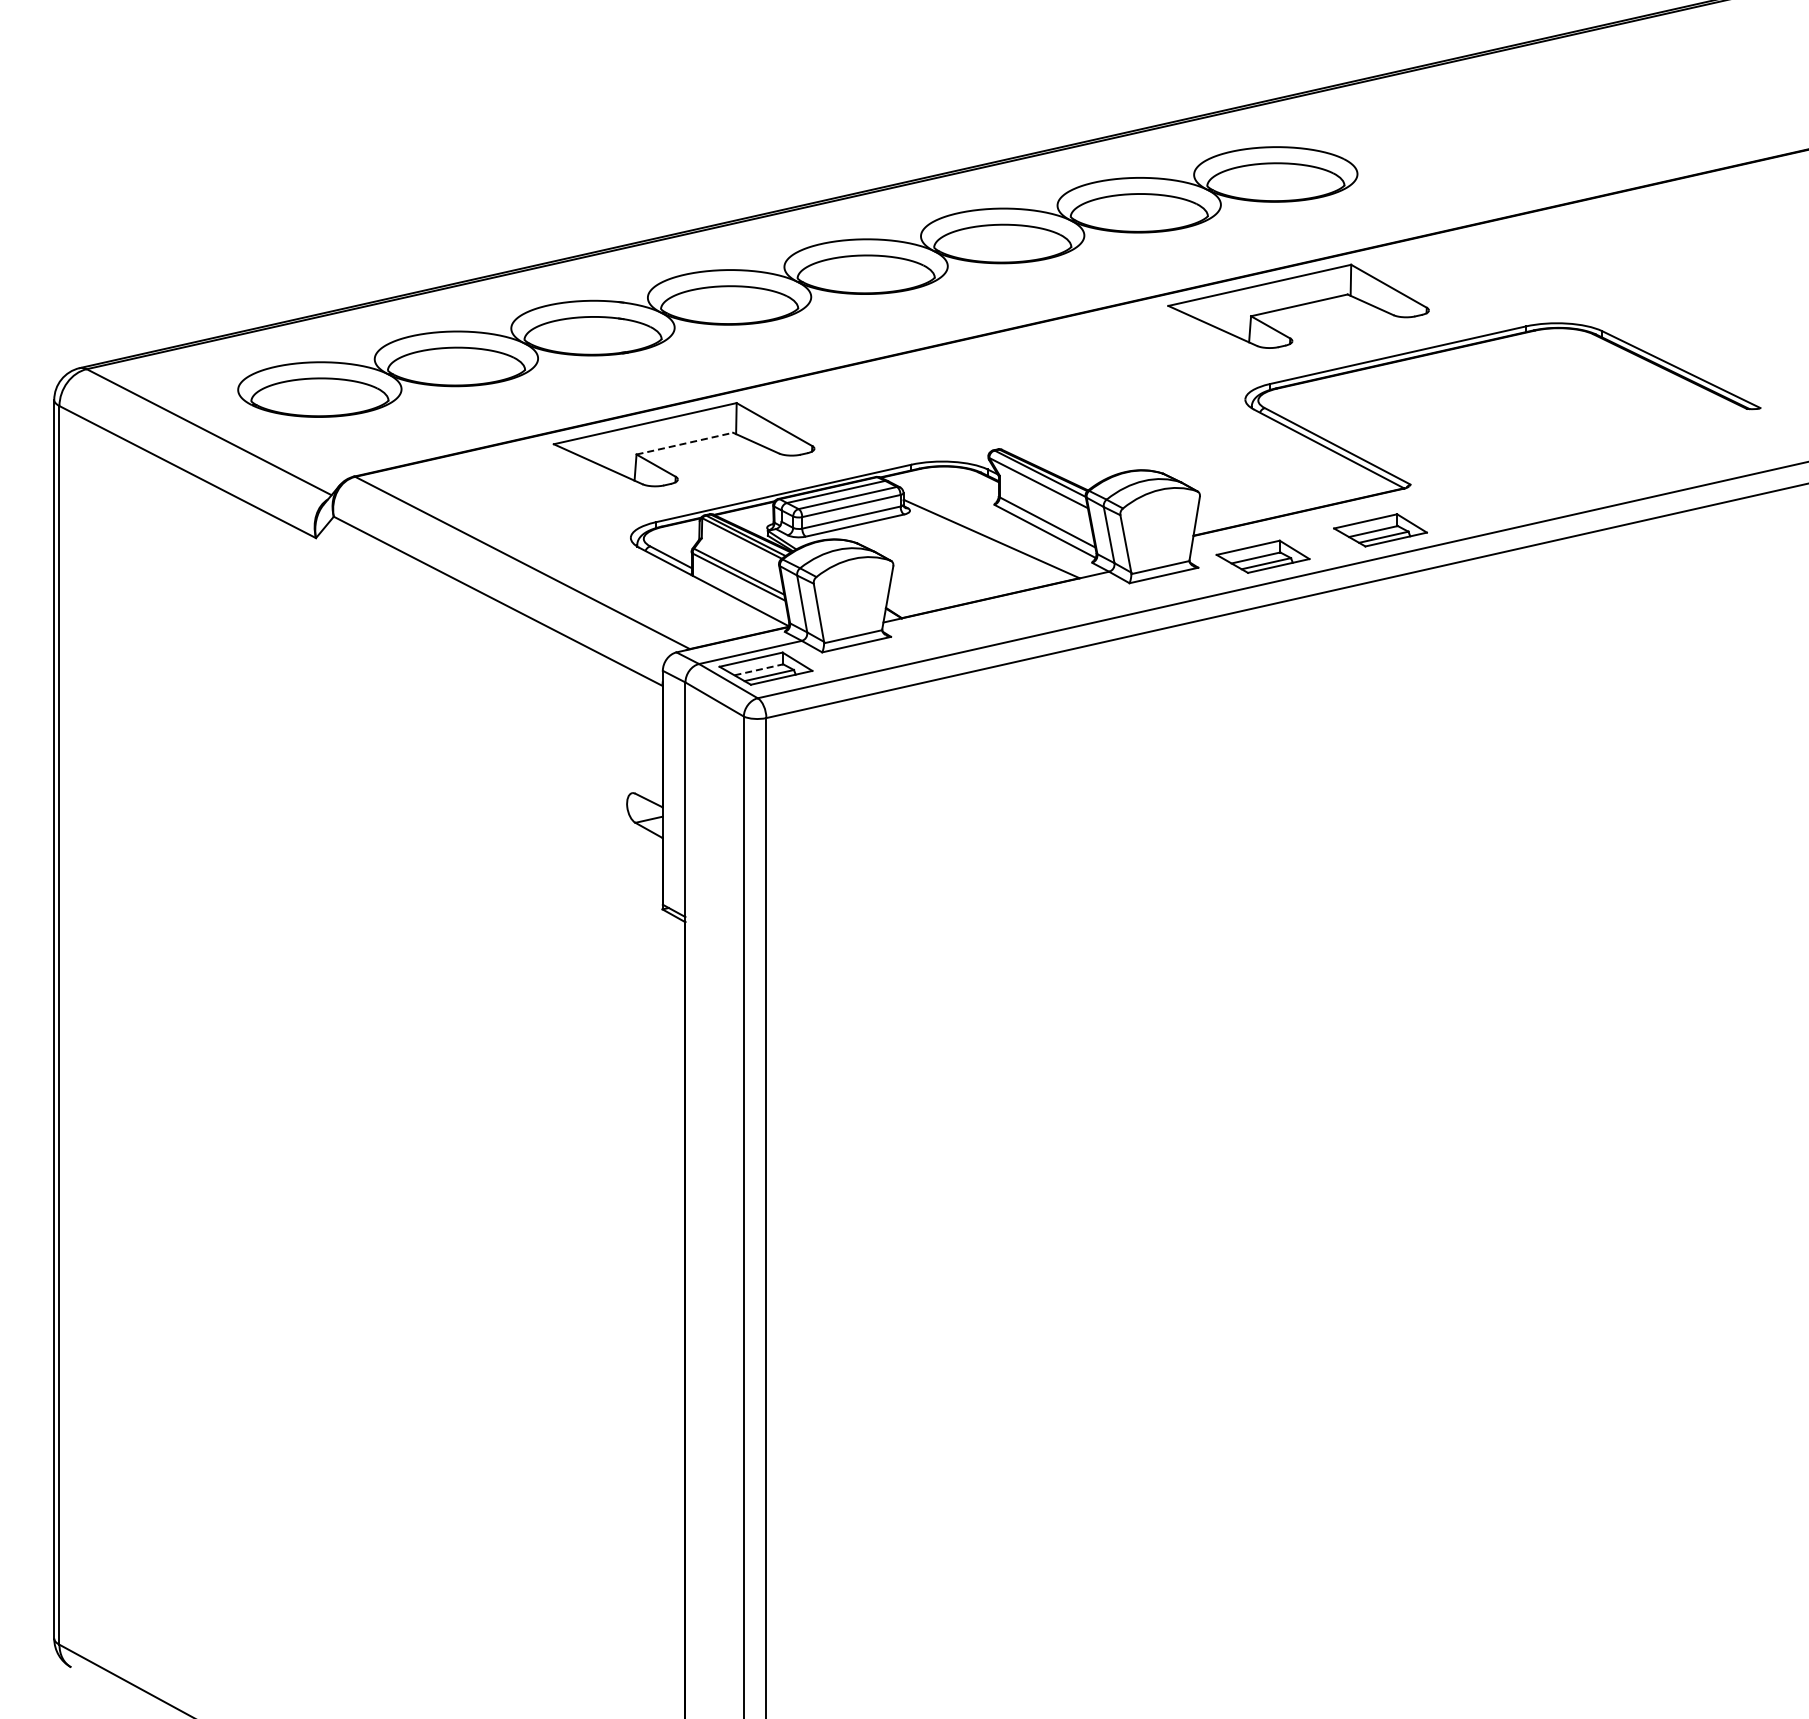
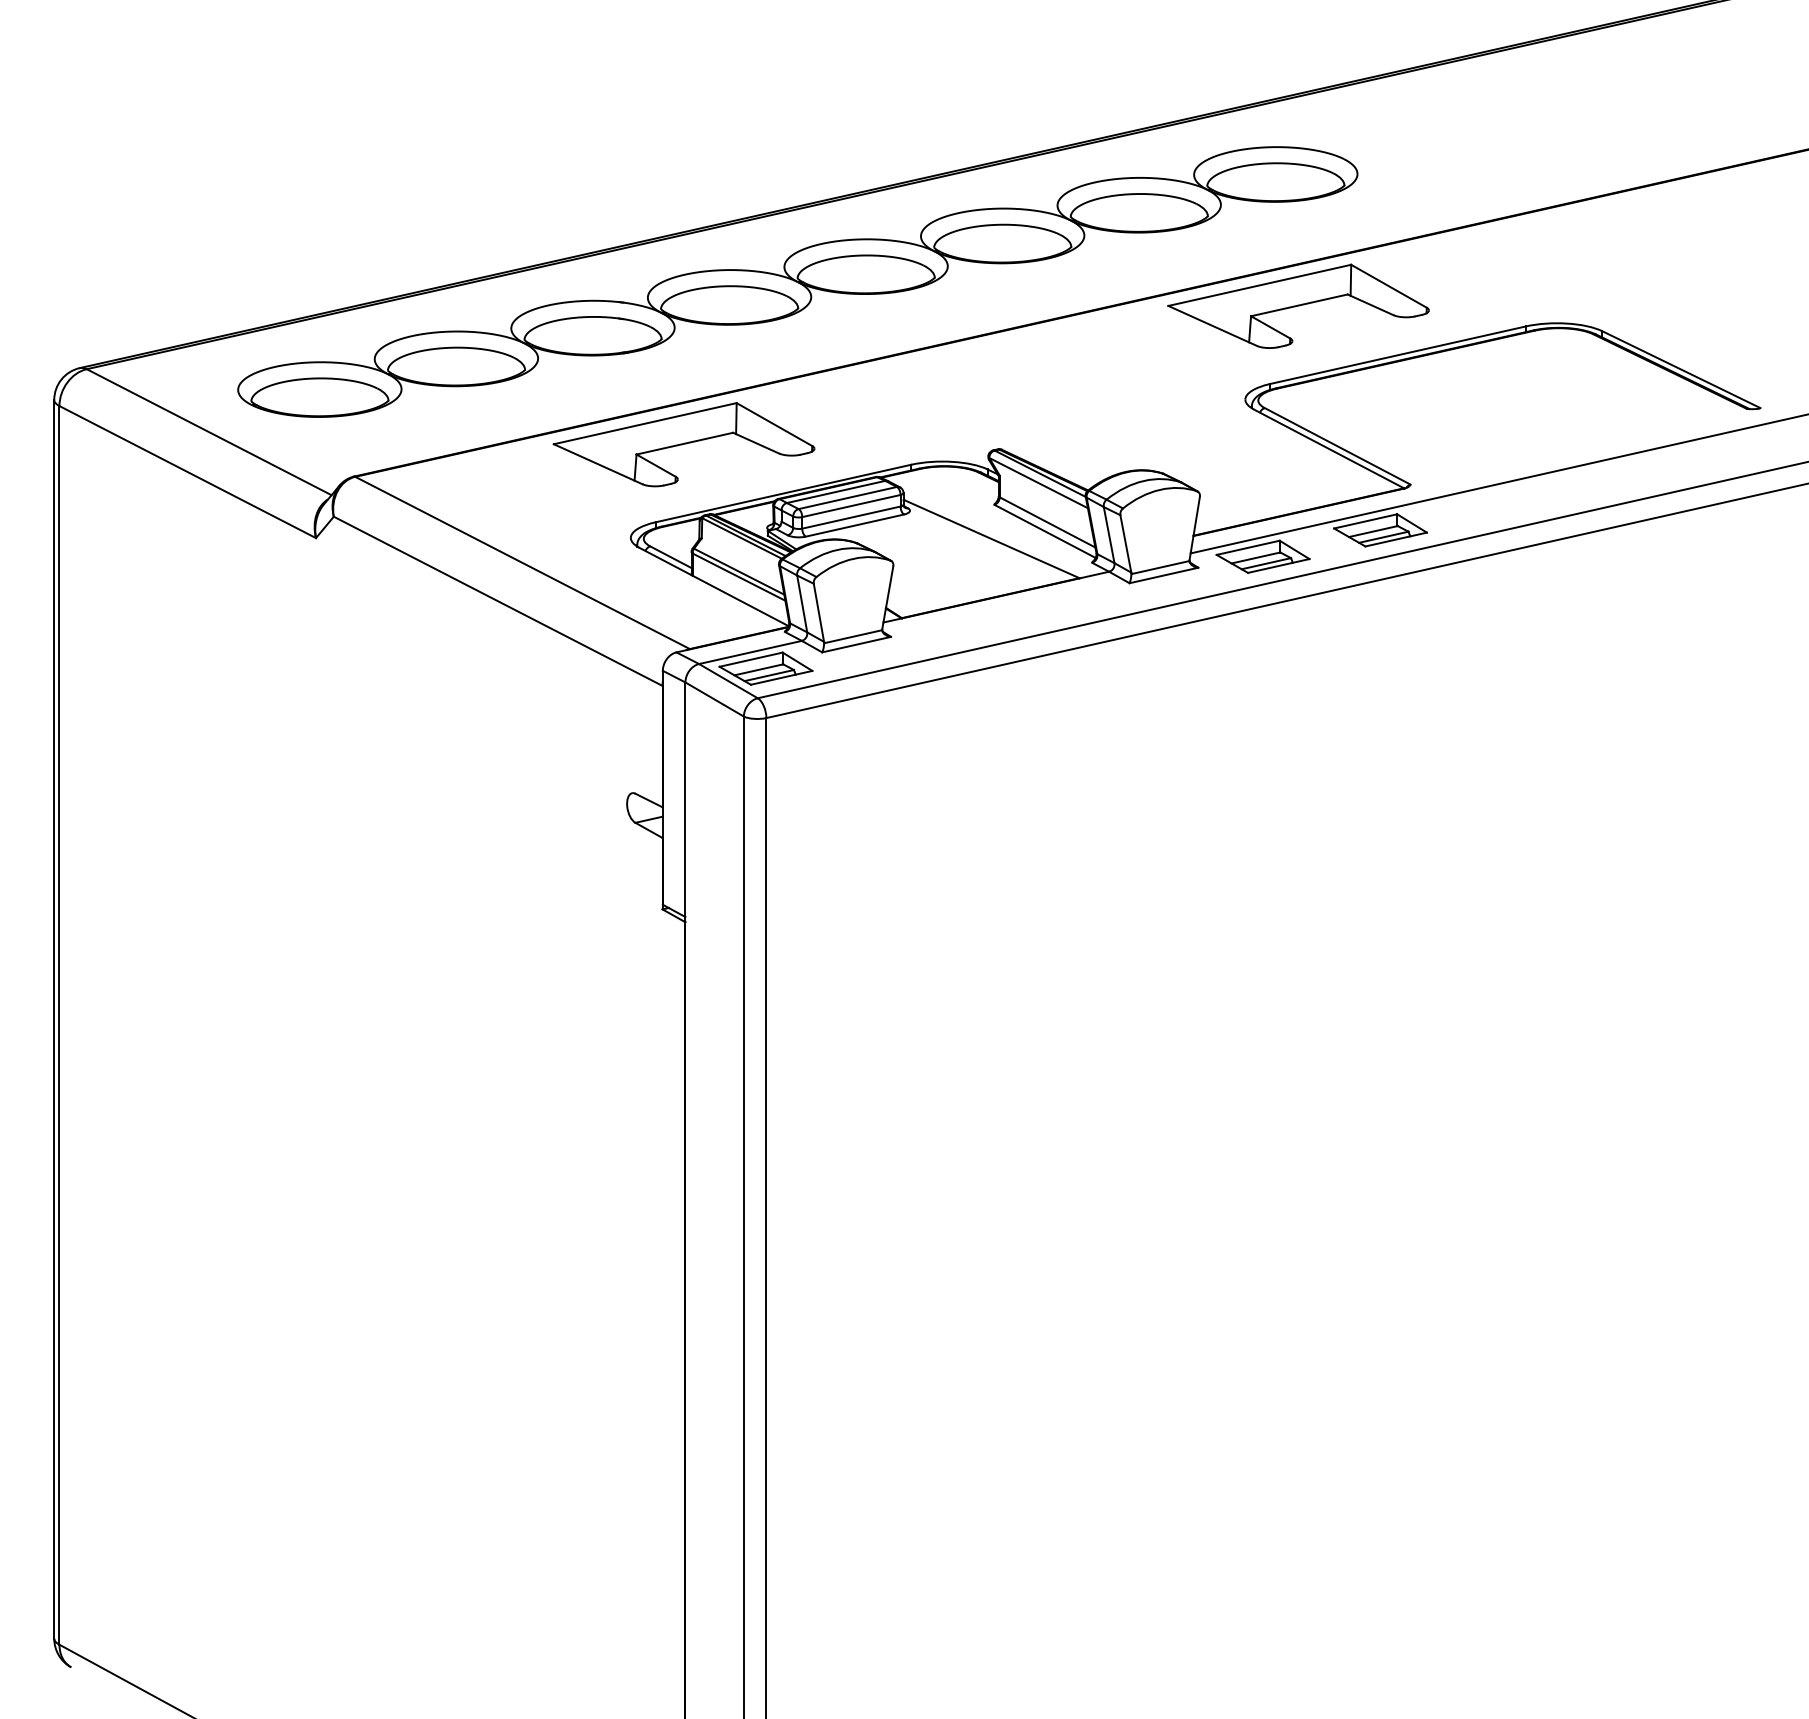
line at (684, 443): dashed -> solid
line at (1497, 484): none -> present
line at (758, 669): dashed -> solid
